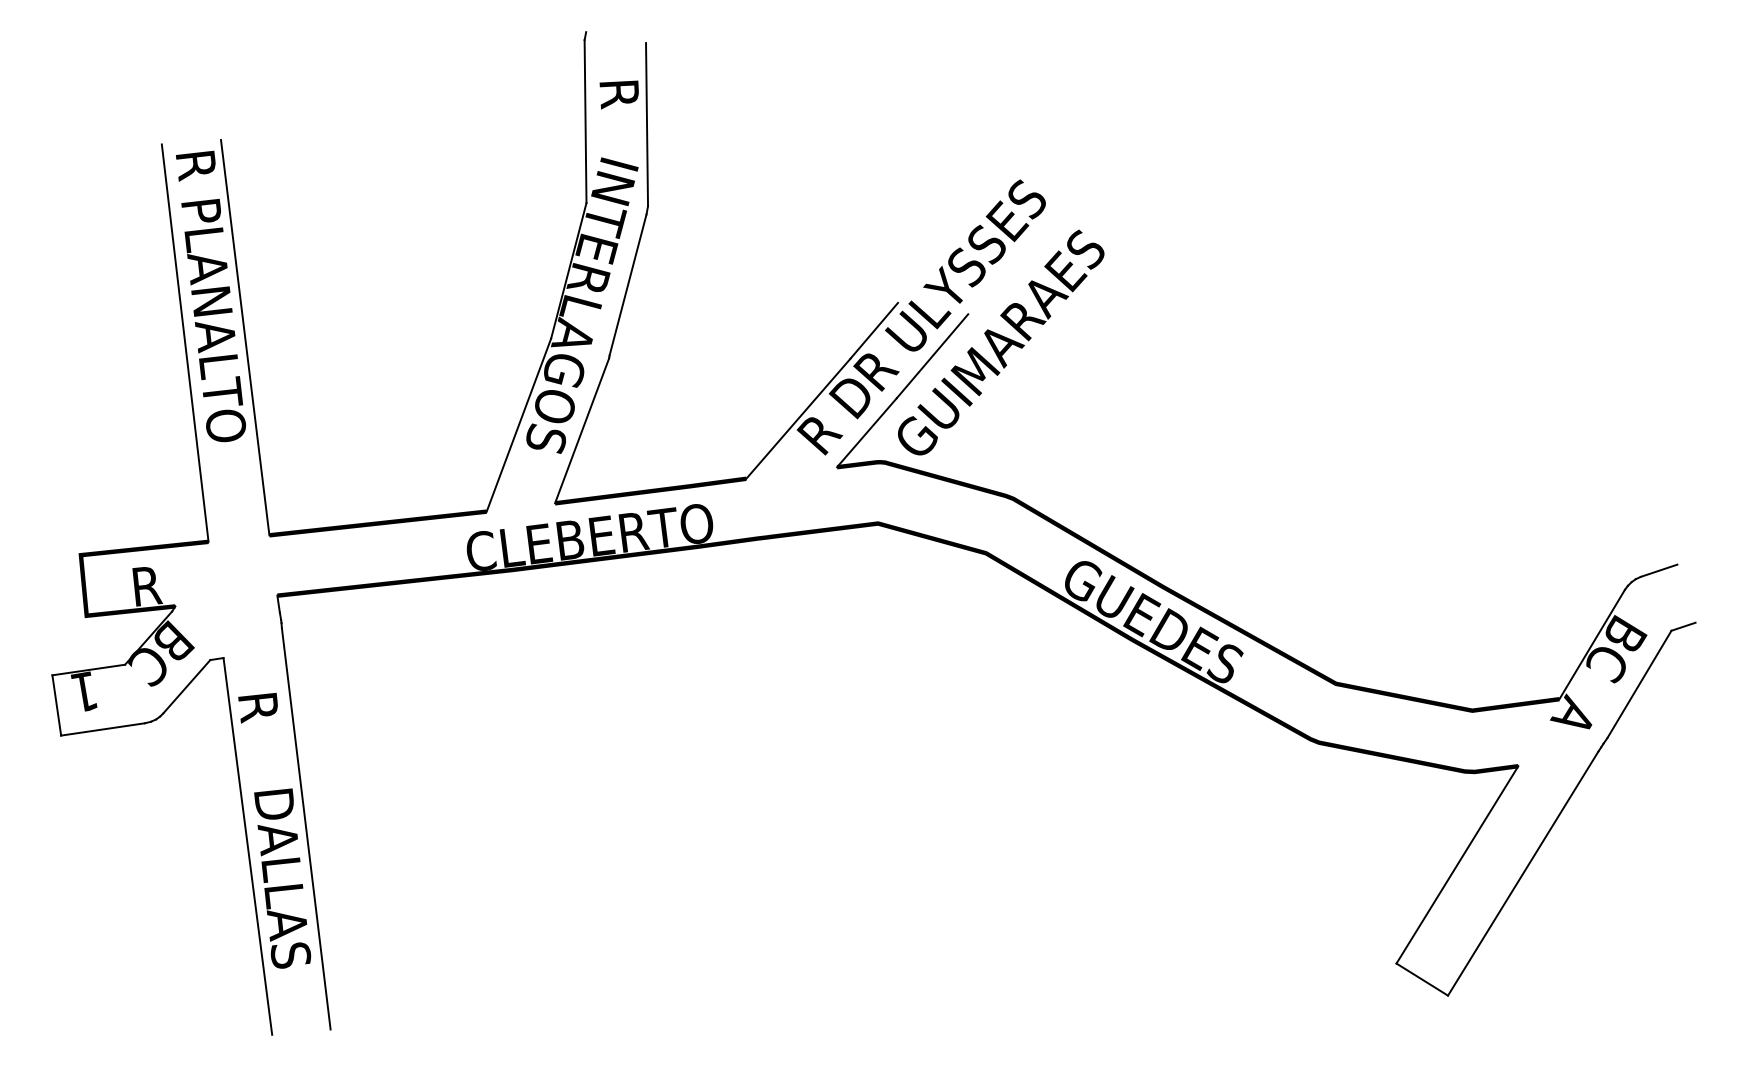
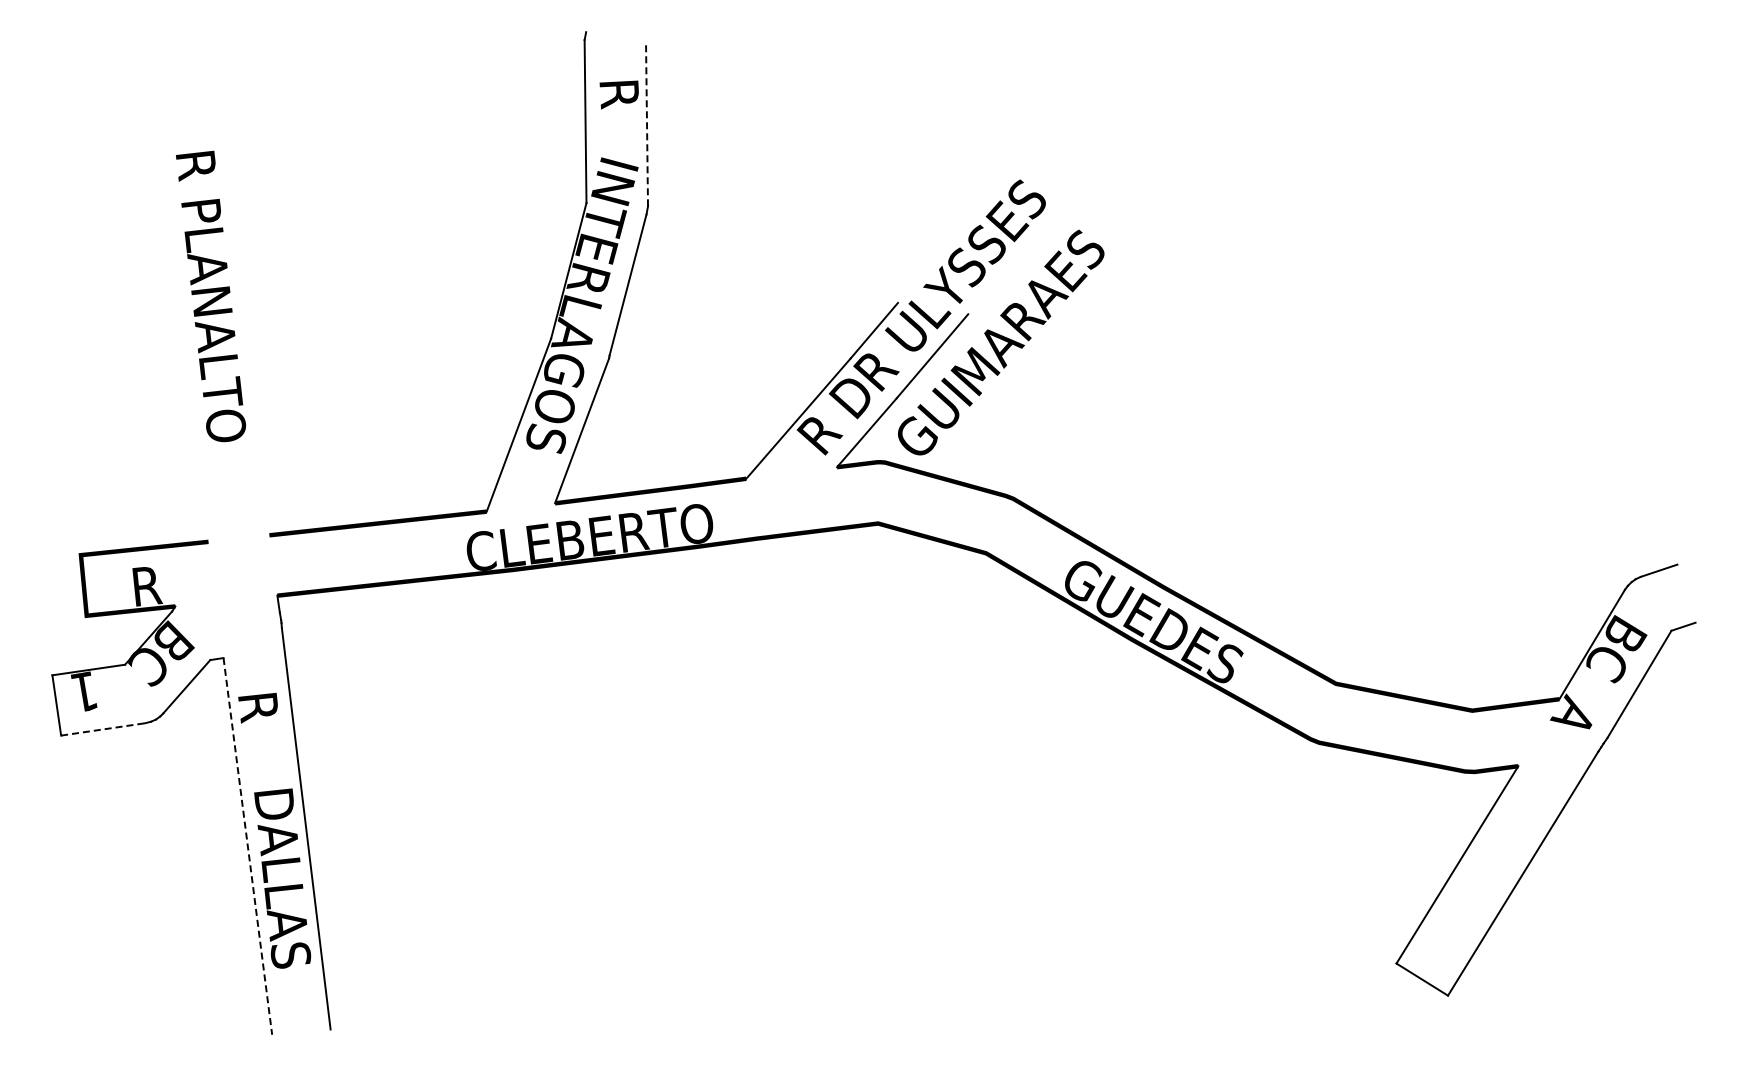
line at (647, 124): solid -> dashed
line at (245, 337): present -> none
line at (184, 342): present -> none
line at (103, 729): solid -> dashed
line at (247, 846): solid -> dashed
